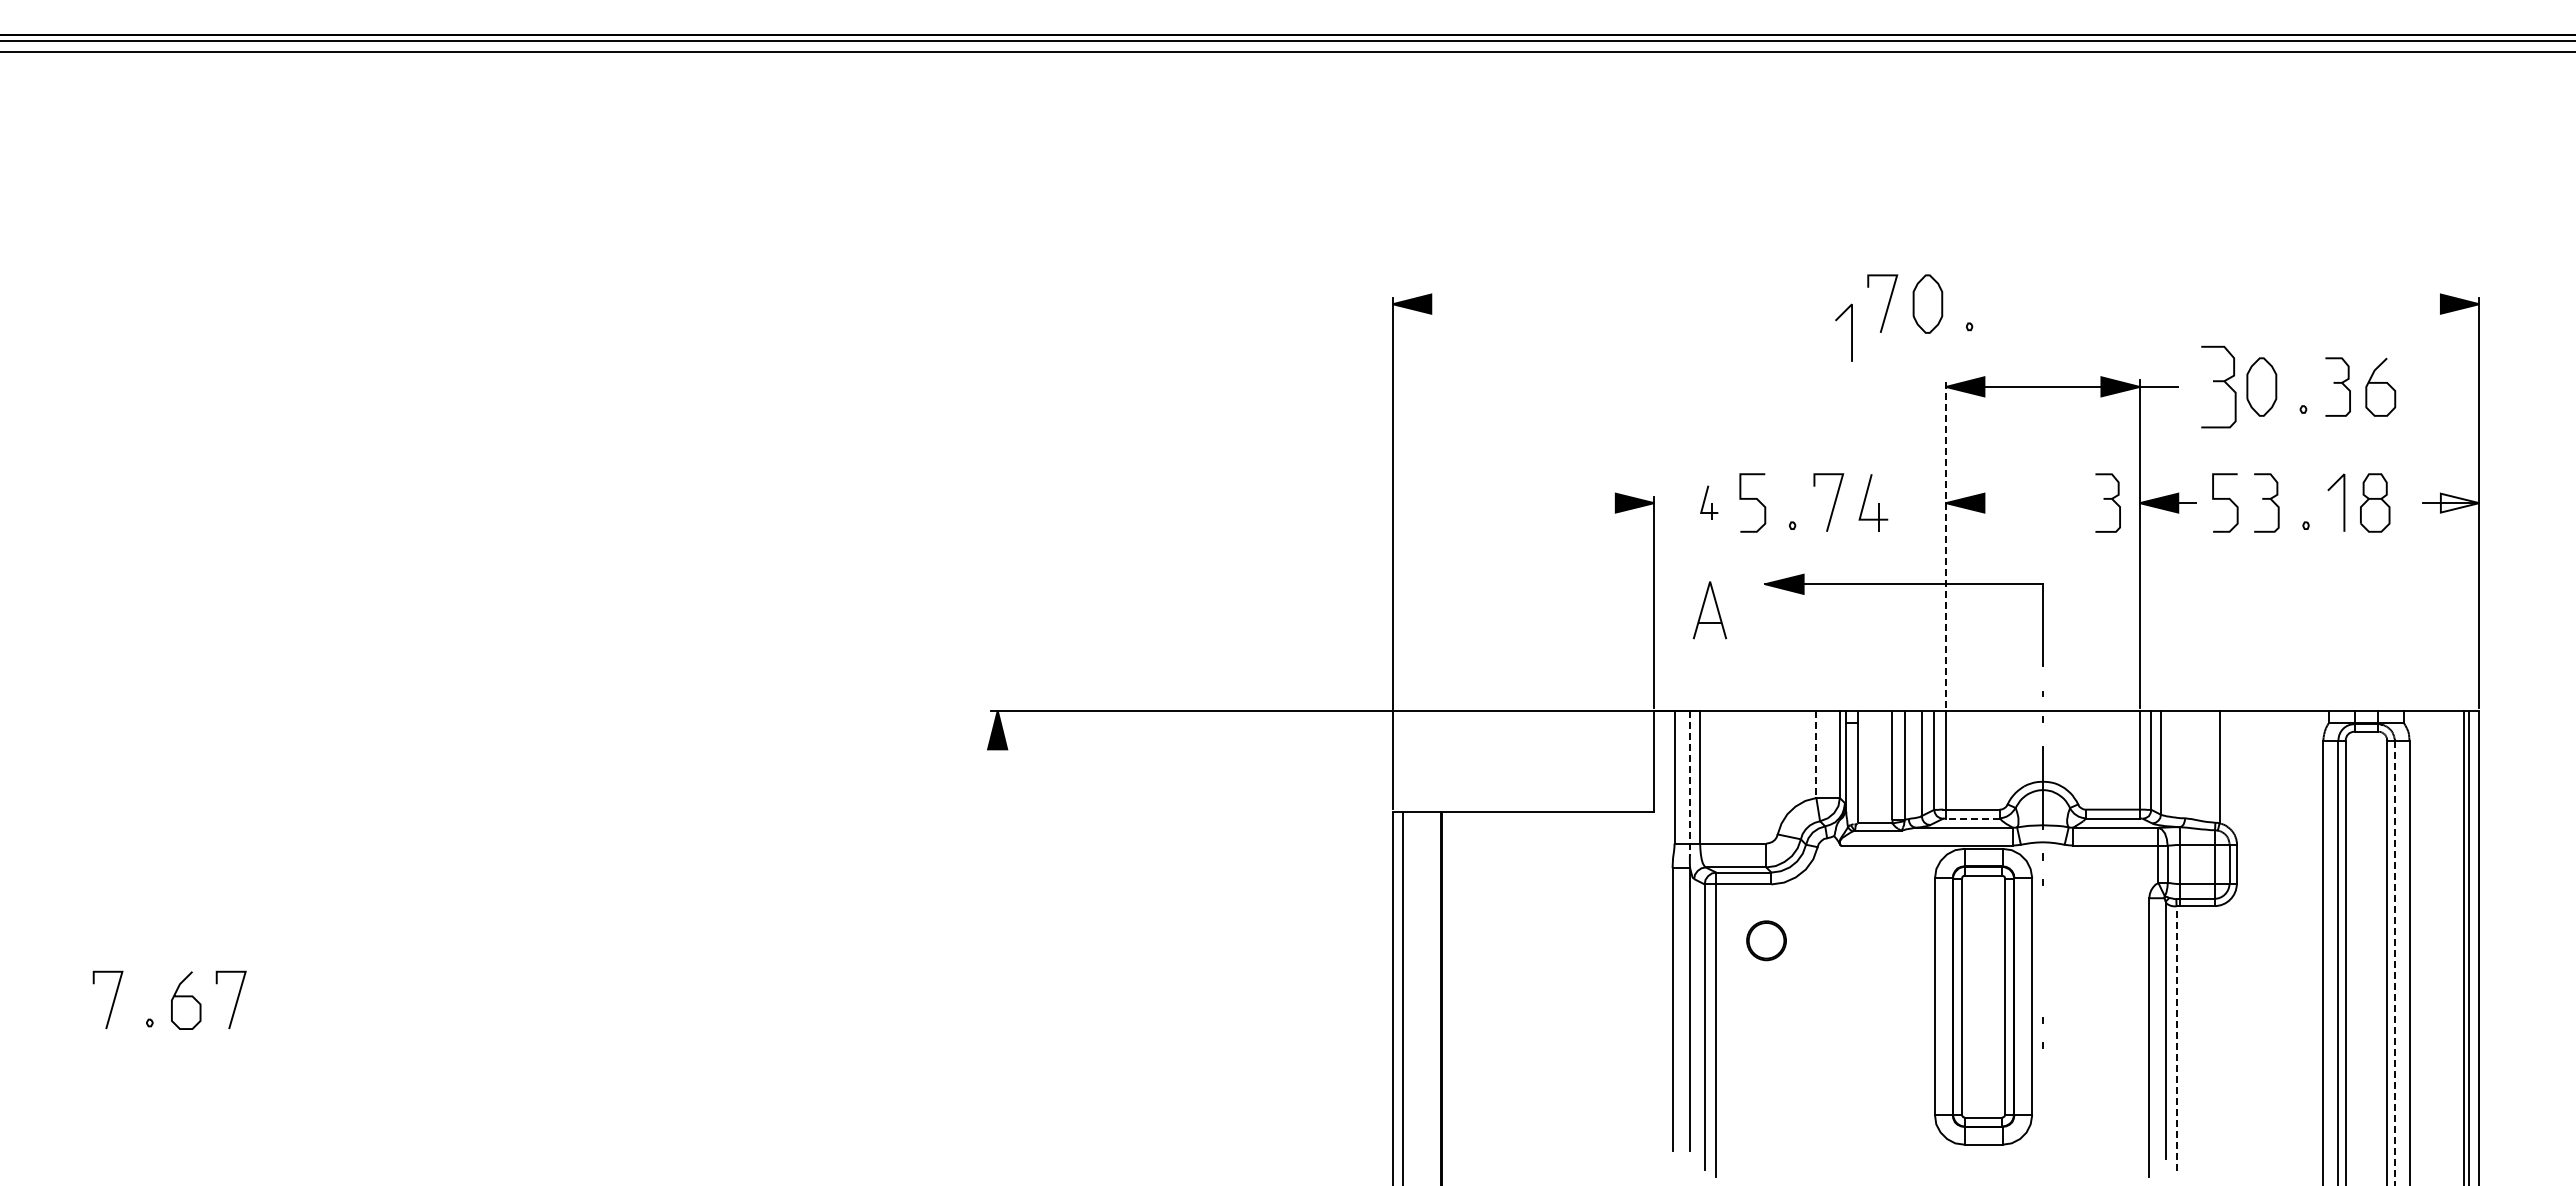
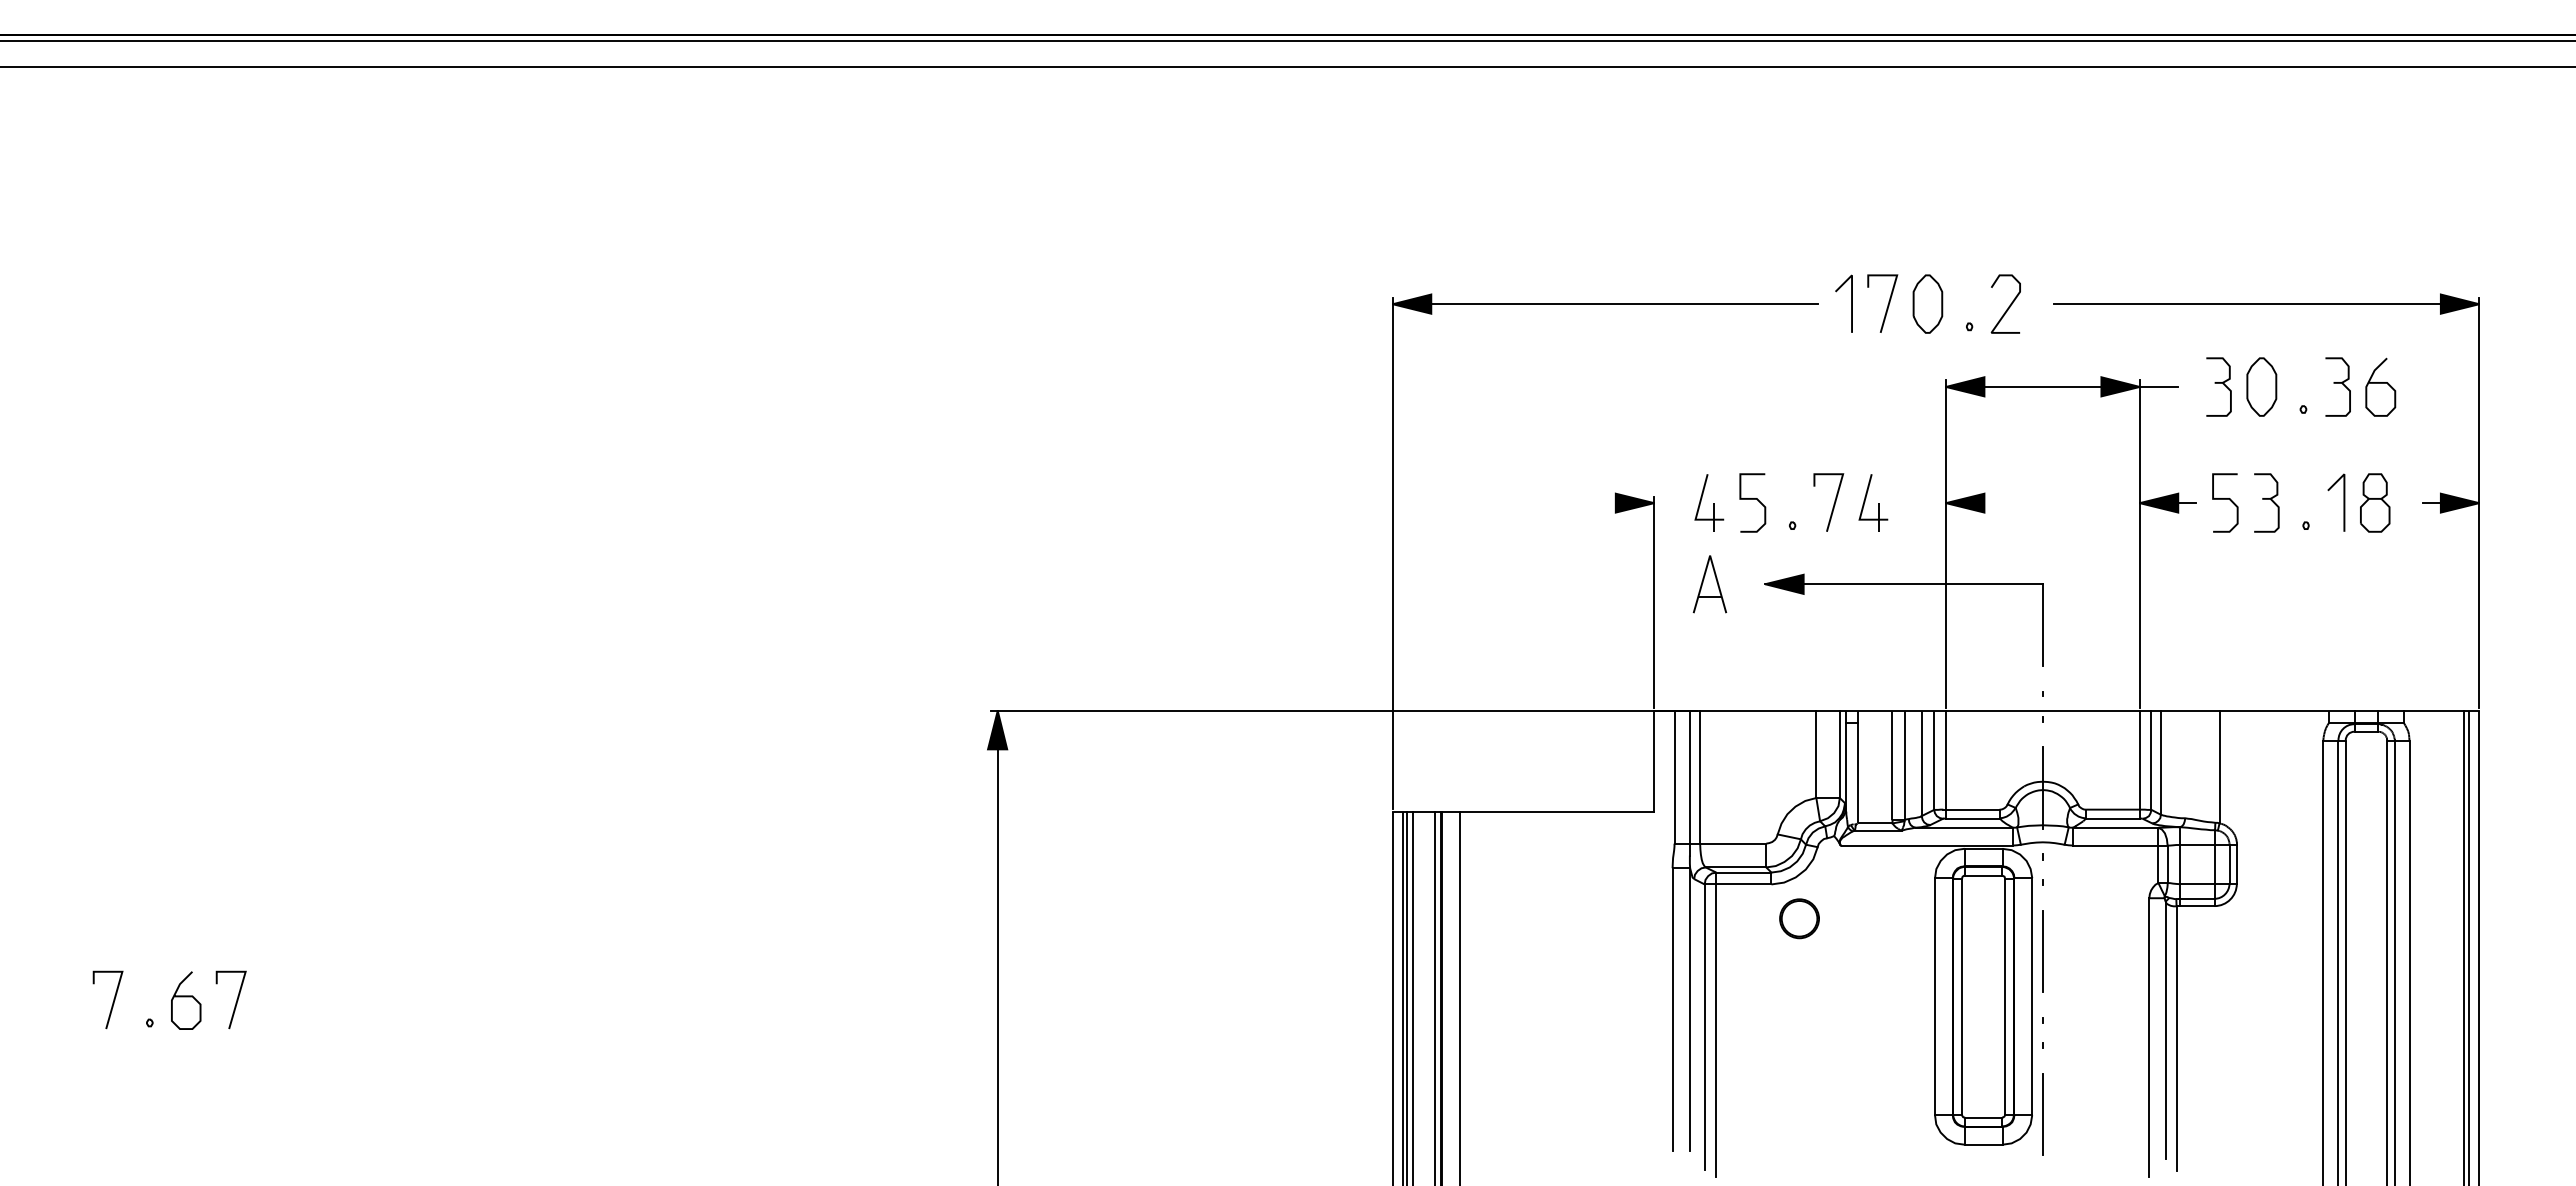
line at (1287, 52) position: (1287, 52) -> (1287, 67)
line at (1605, 304): none -> present
line at (2266, 304): none -> present
curve at (2008, 306): none -> present
line at (1851, 332) position: (1851, 332) -> (1851, 303)
part at (2218, 386) size: 36x84 px -> 26x60 px
part at (1709, 502) size: 19x35 px -> 31x58 px
part at (2107, 502): present -> none
fill at (2459, 502): none -> present
line at (1946, 544): dashed -> solid
part at (1709, 610) position: (1709, 610) -> (1709, 584)
line at (1816, 754): dashed -> solid
line at (1689, 783): dashed -> solid
line at (1972, 818): dashed -> solid
part at (1766, 940) position: (1766, 940) -> (1799, 918)
line at (997, 946): none -> present
line at (2042, 951): none -> present
line at (2394, 963): dashed -> solid
line at (1406, 996): none -> present
line at (1412, 996): none -> present
line at (1435, 996): none -> present
line at (1459, 996): none -> present
line at (2176, 1038): dashed -> solid
line at (2042, 1114): none -> present
